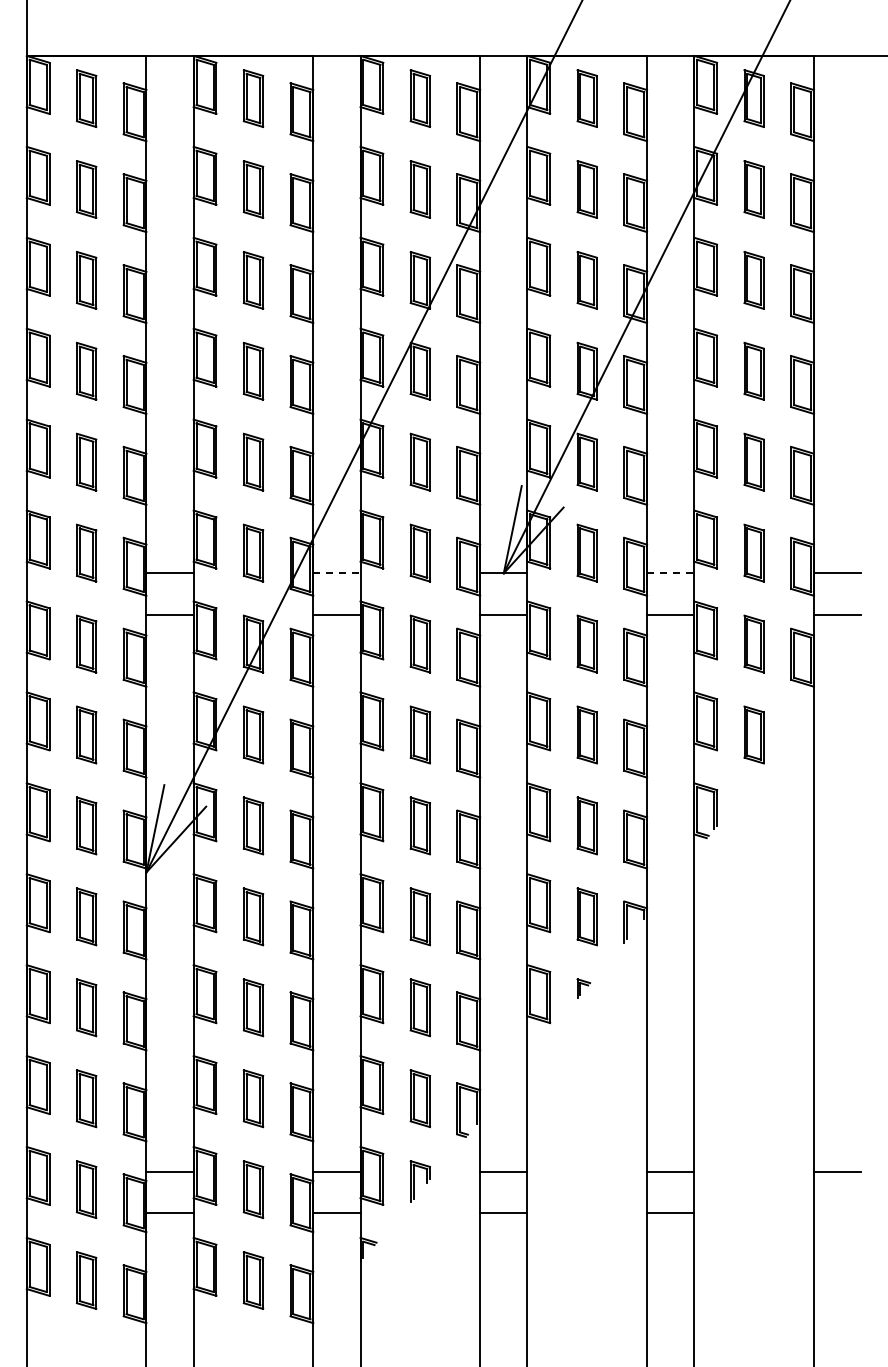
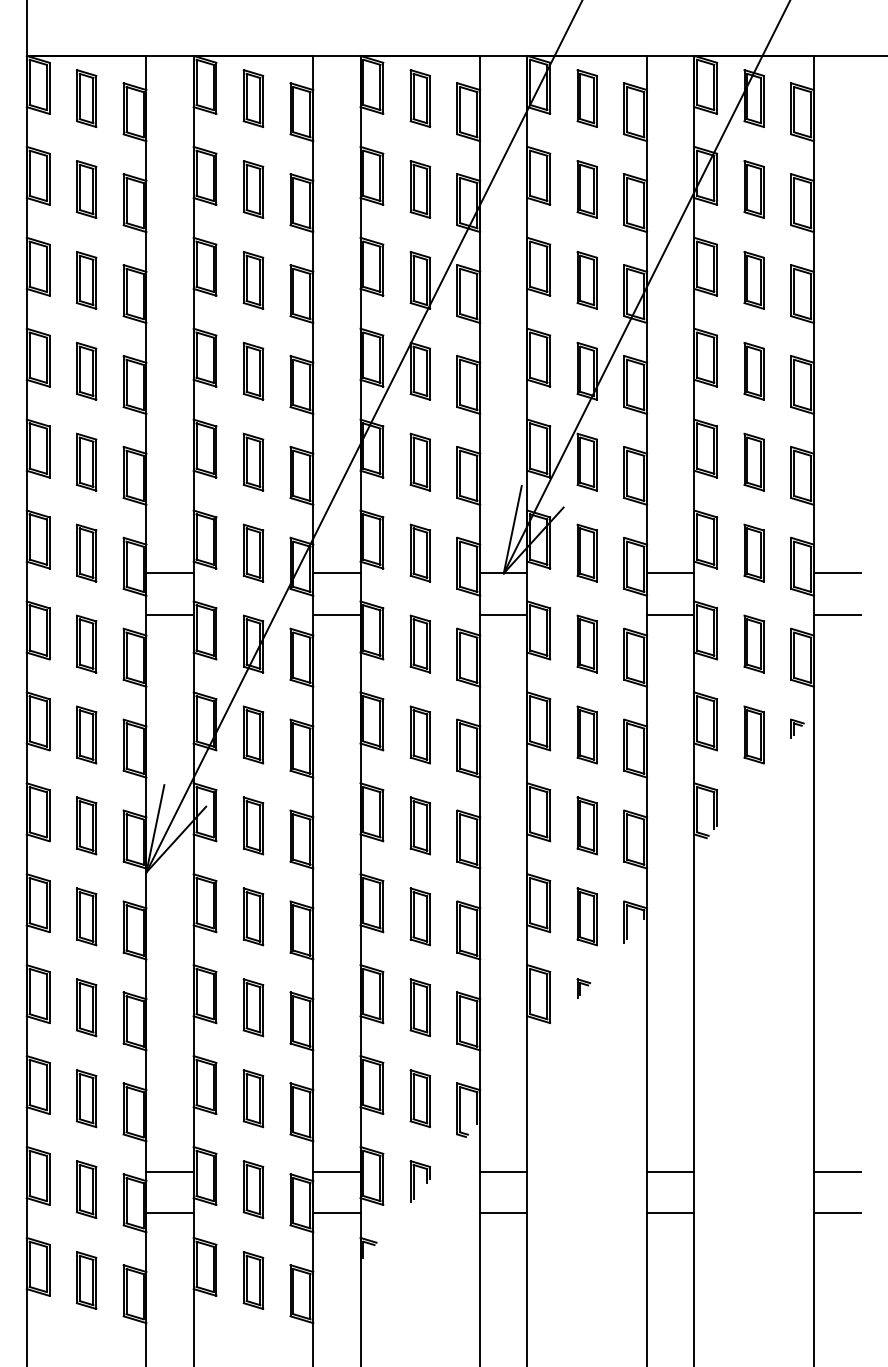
line at (336, 573): dashed -> solid
line at (670, 573): dashed -> solid
part at (797, 728): none -> present
line at (837, 1213): none -> present
